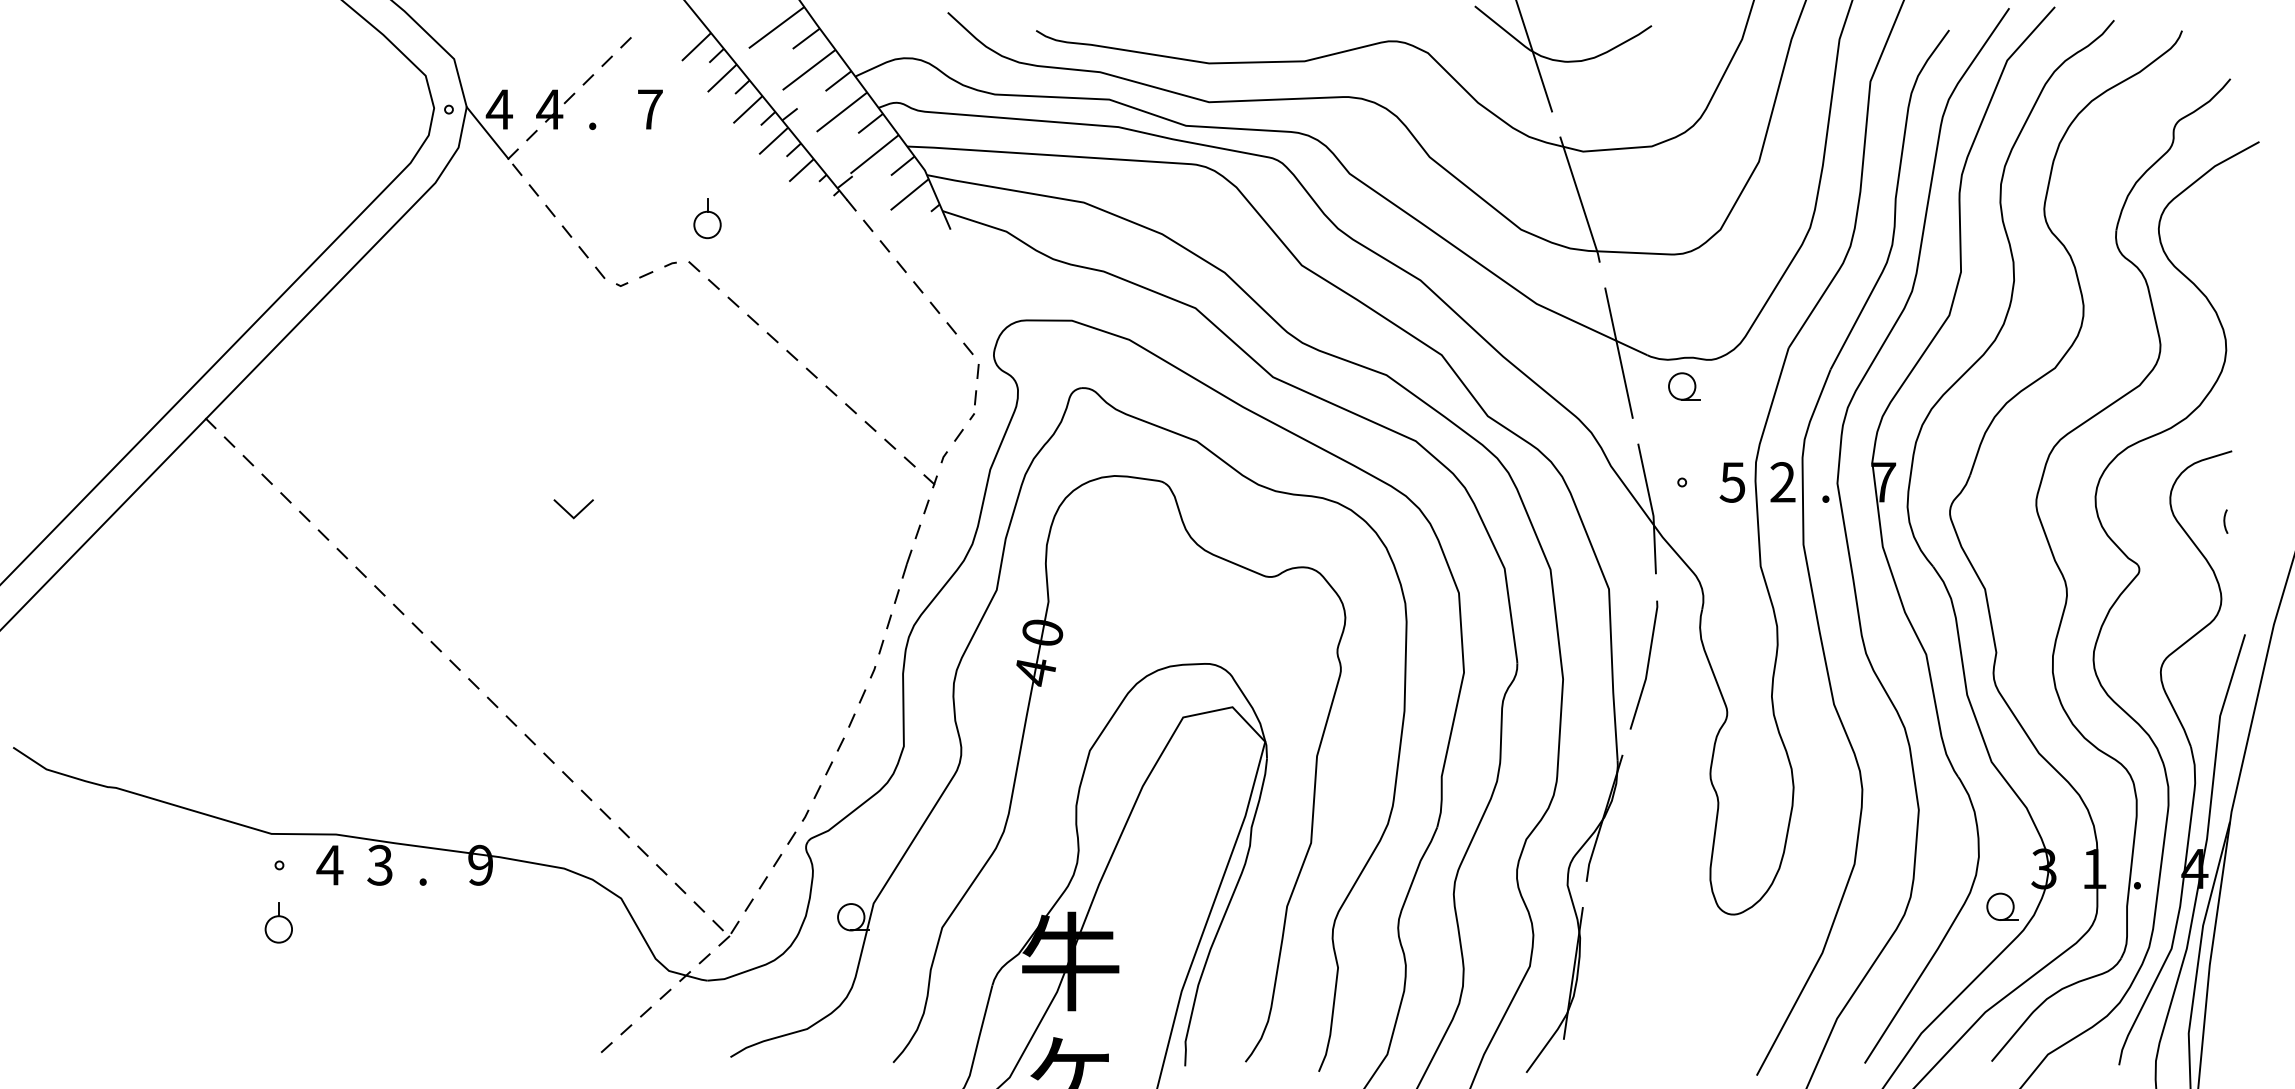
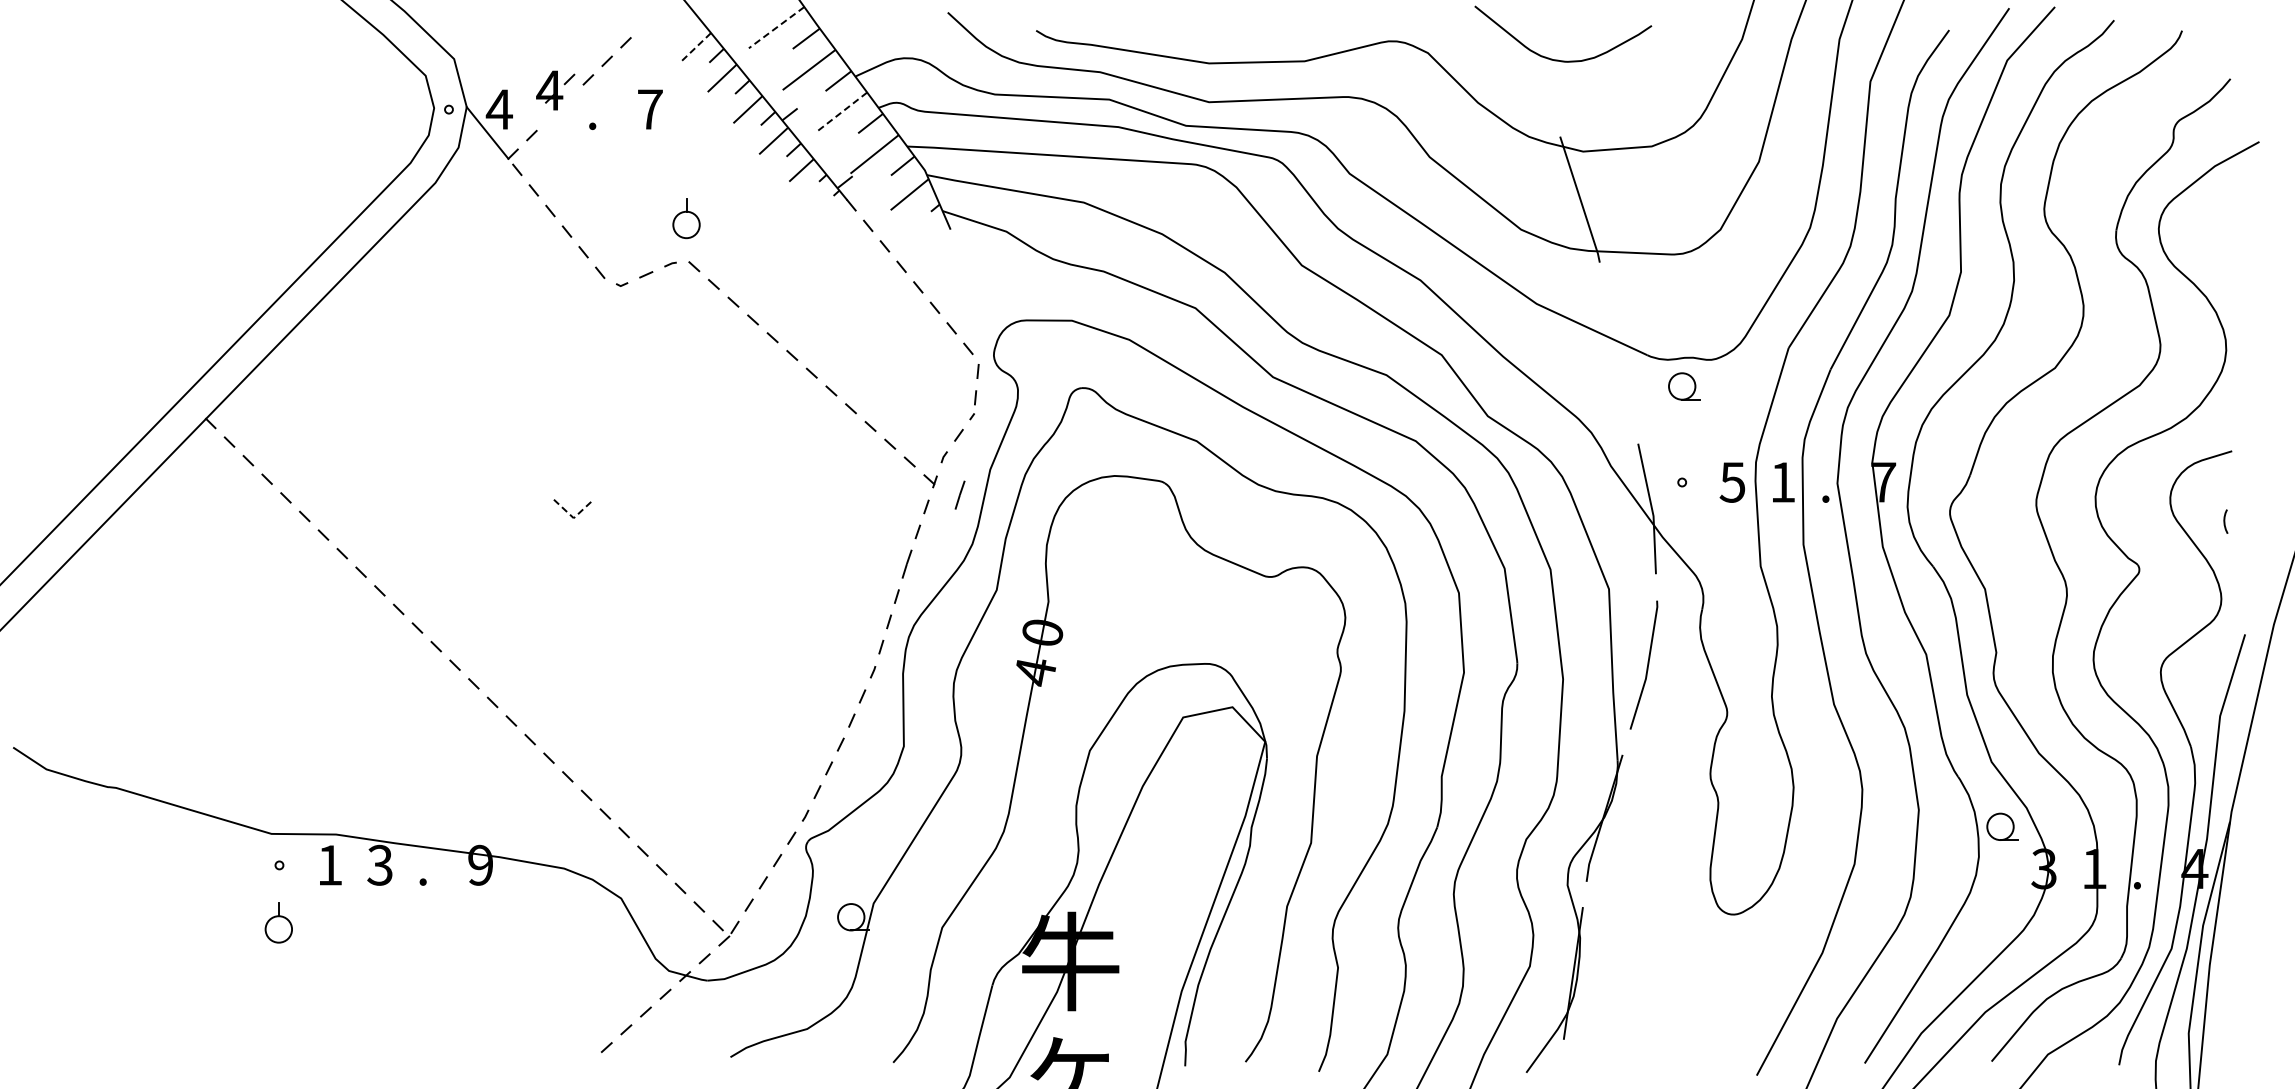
line at (776, 27): solid -> dashed
line at (696, 47): solid -> dashed
line at (1534, 56): present -> none
part at (555, 109) position: (555, 109) -> (555, 90)
line at (841, 112): solid -> dashed
part at (707, 218) position: (707, 218) -> (686, 218)
line at (1618, 352): present -> none
text at (1782, 482): 2 -> 1
line at (959, 494): none -> present
line at (573, 518): solid -> dashed
text at (329, 865): 4 -> 1
part at (2002, 906) position: (2002, 906) -> (2002, 826)
